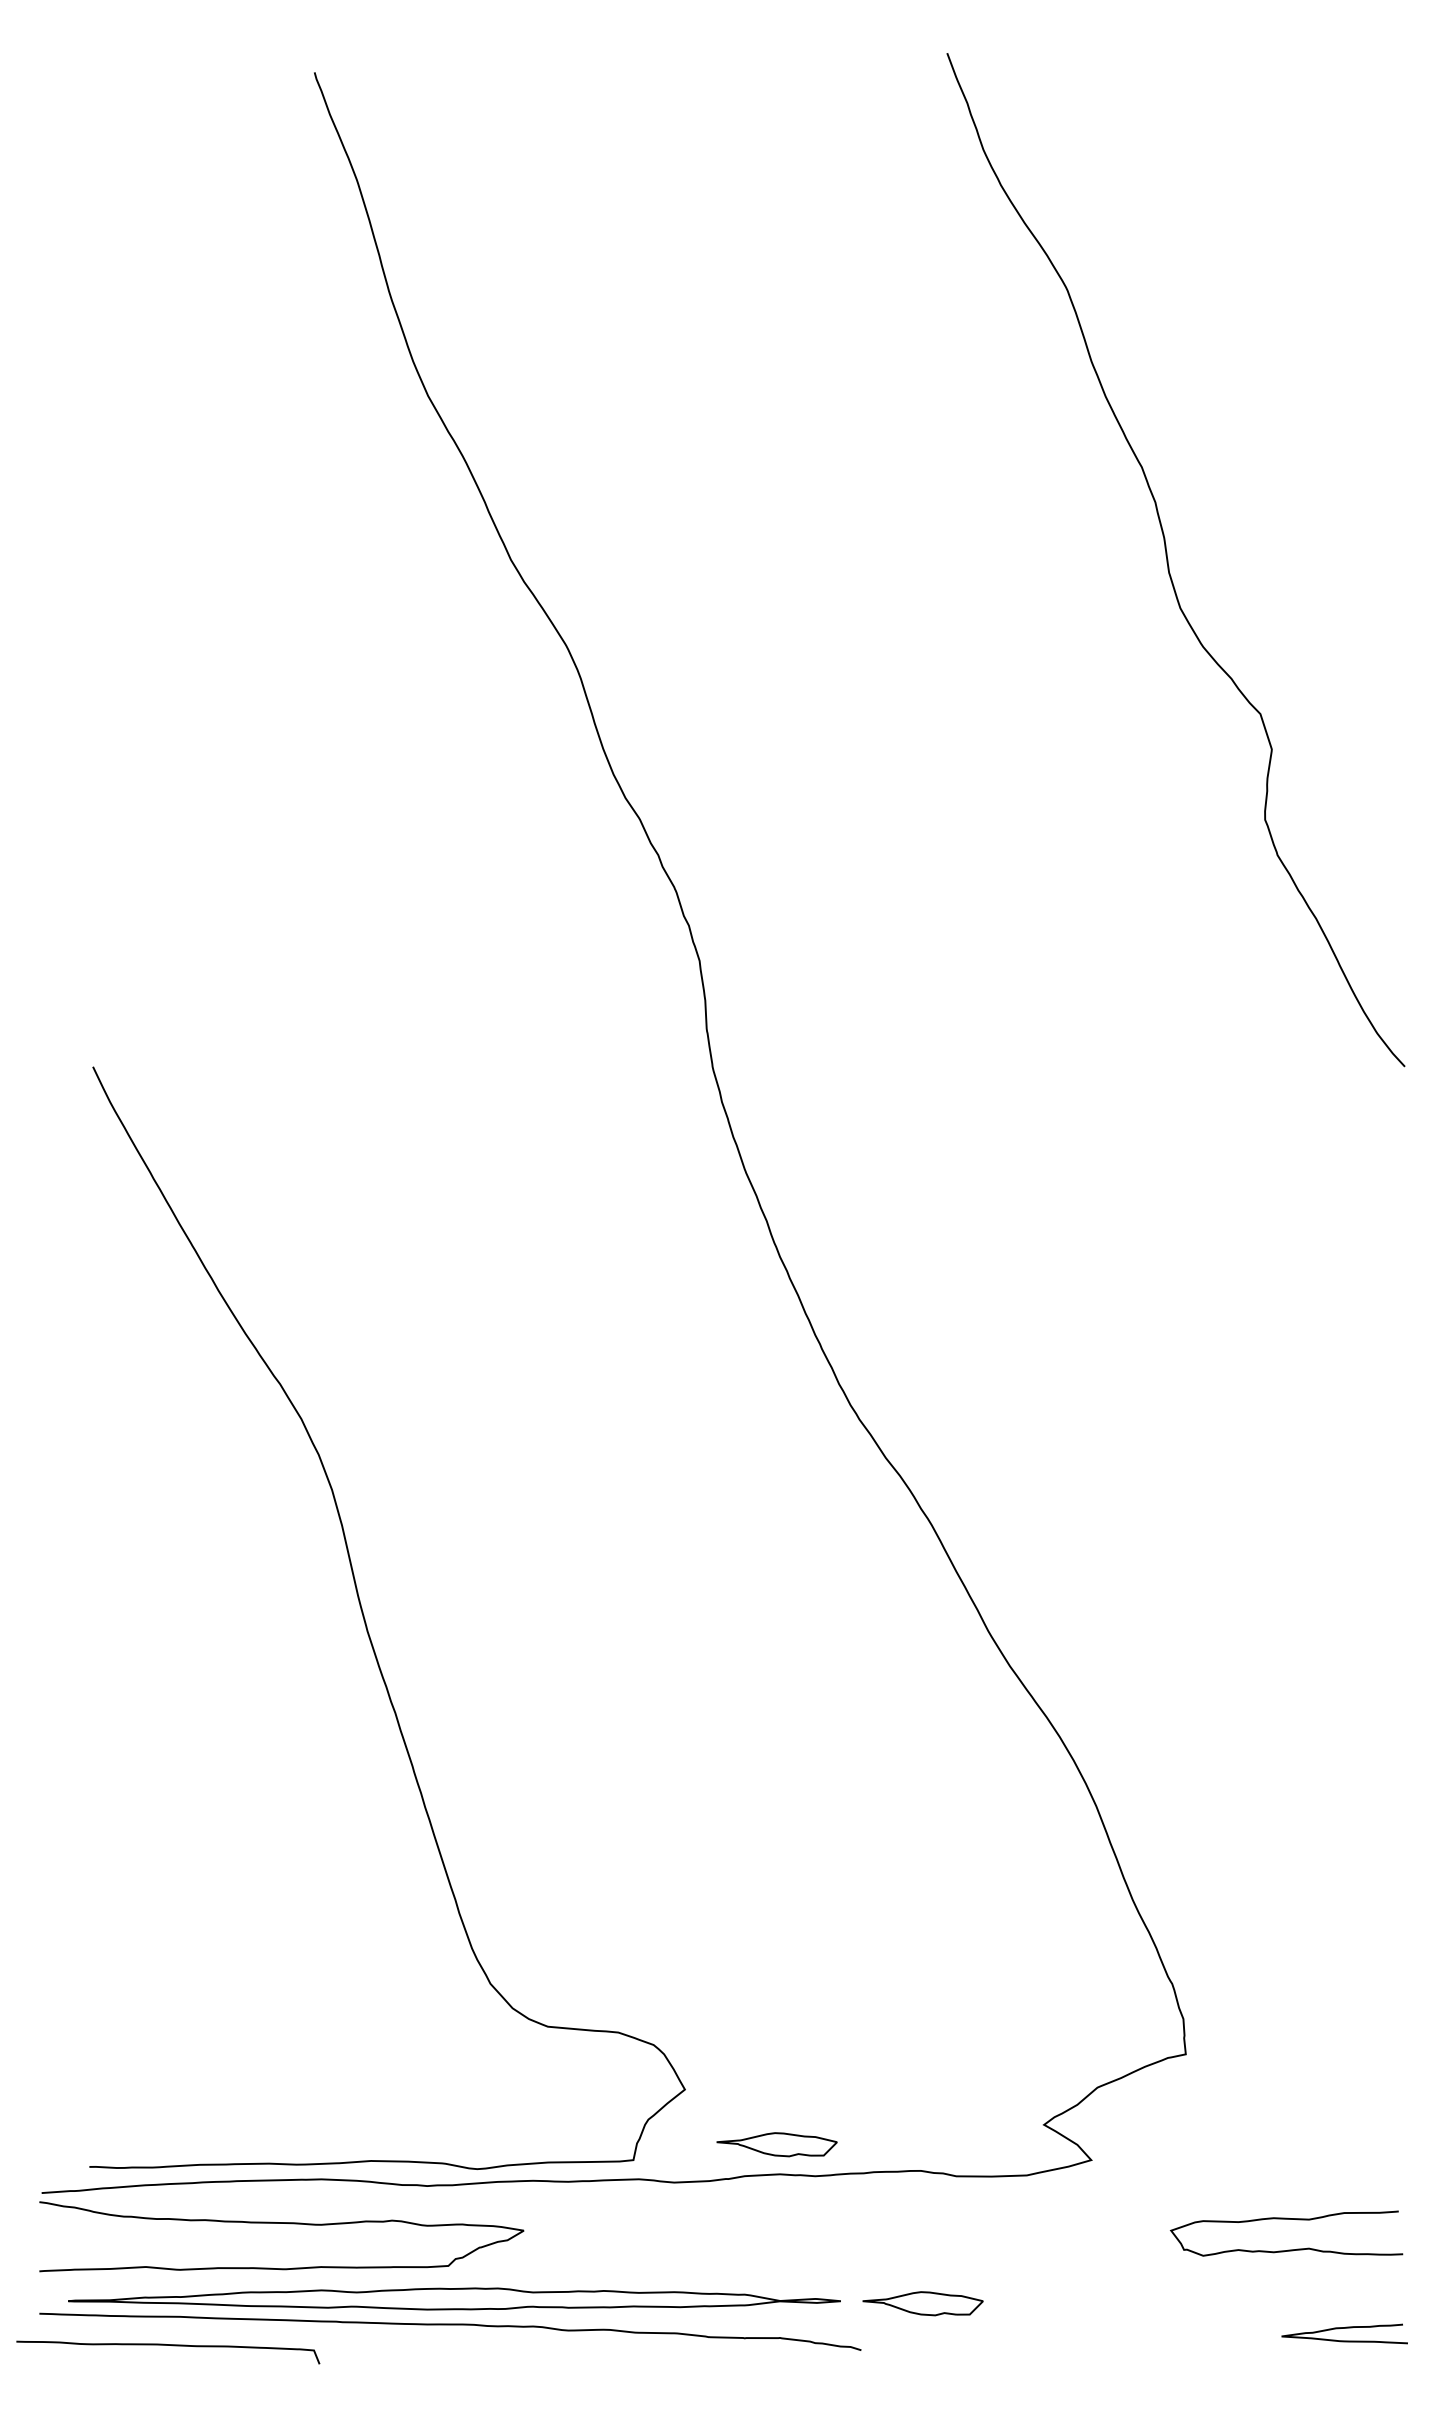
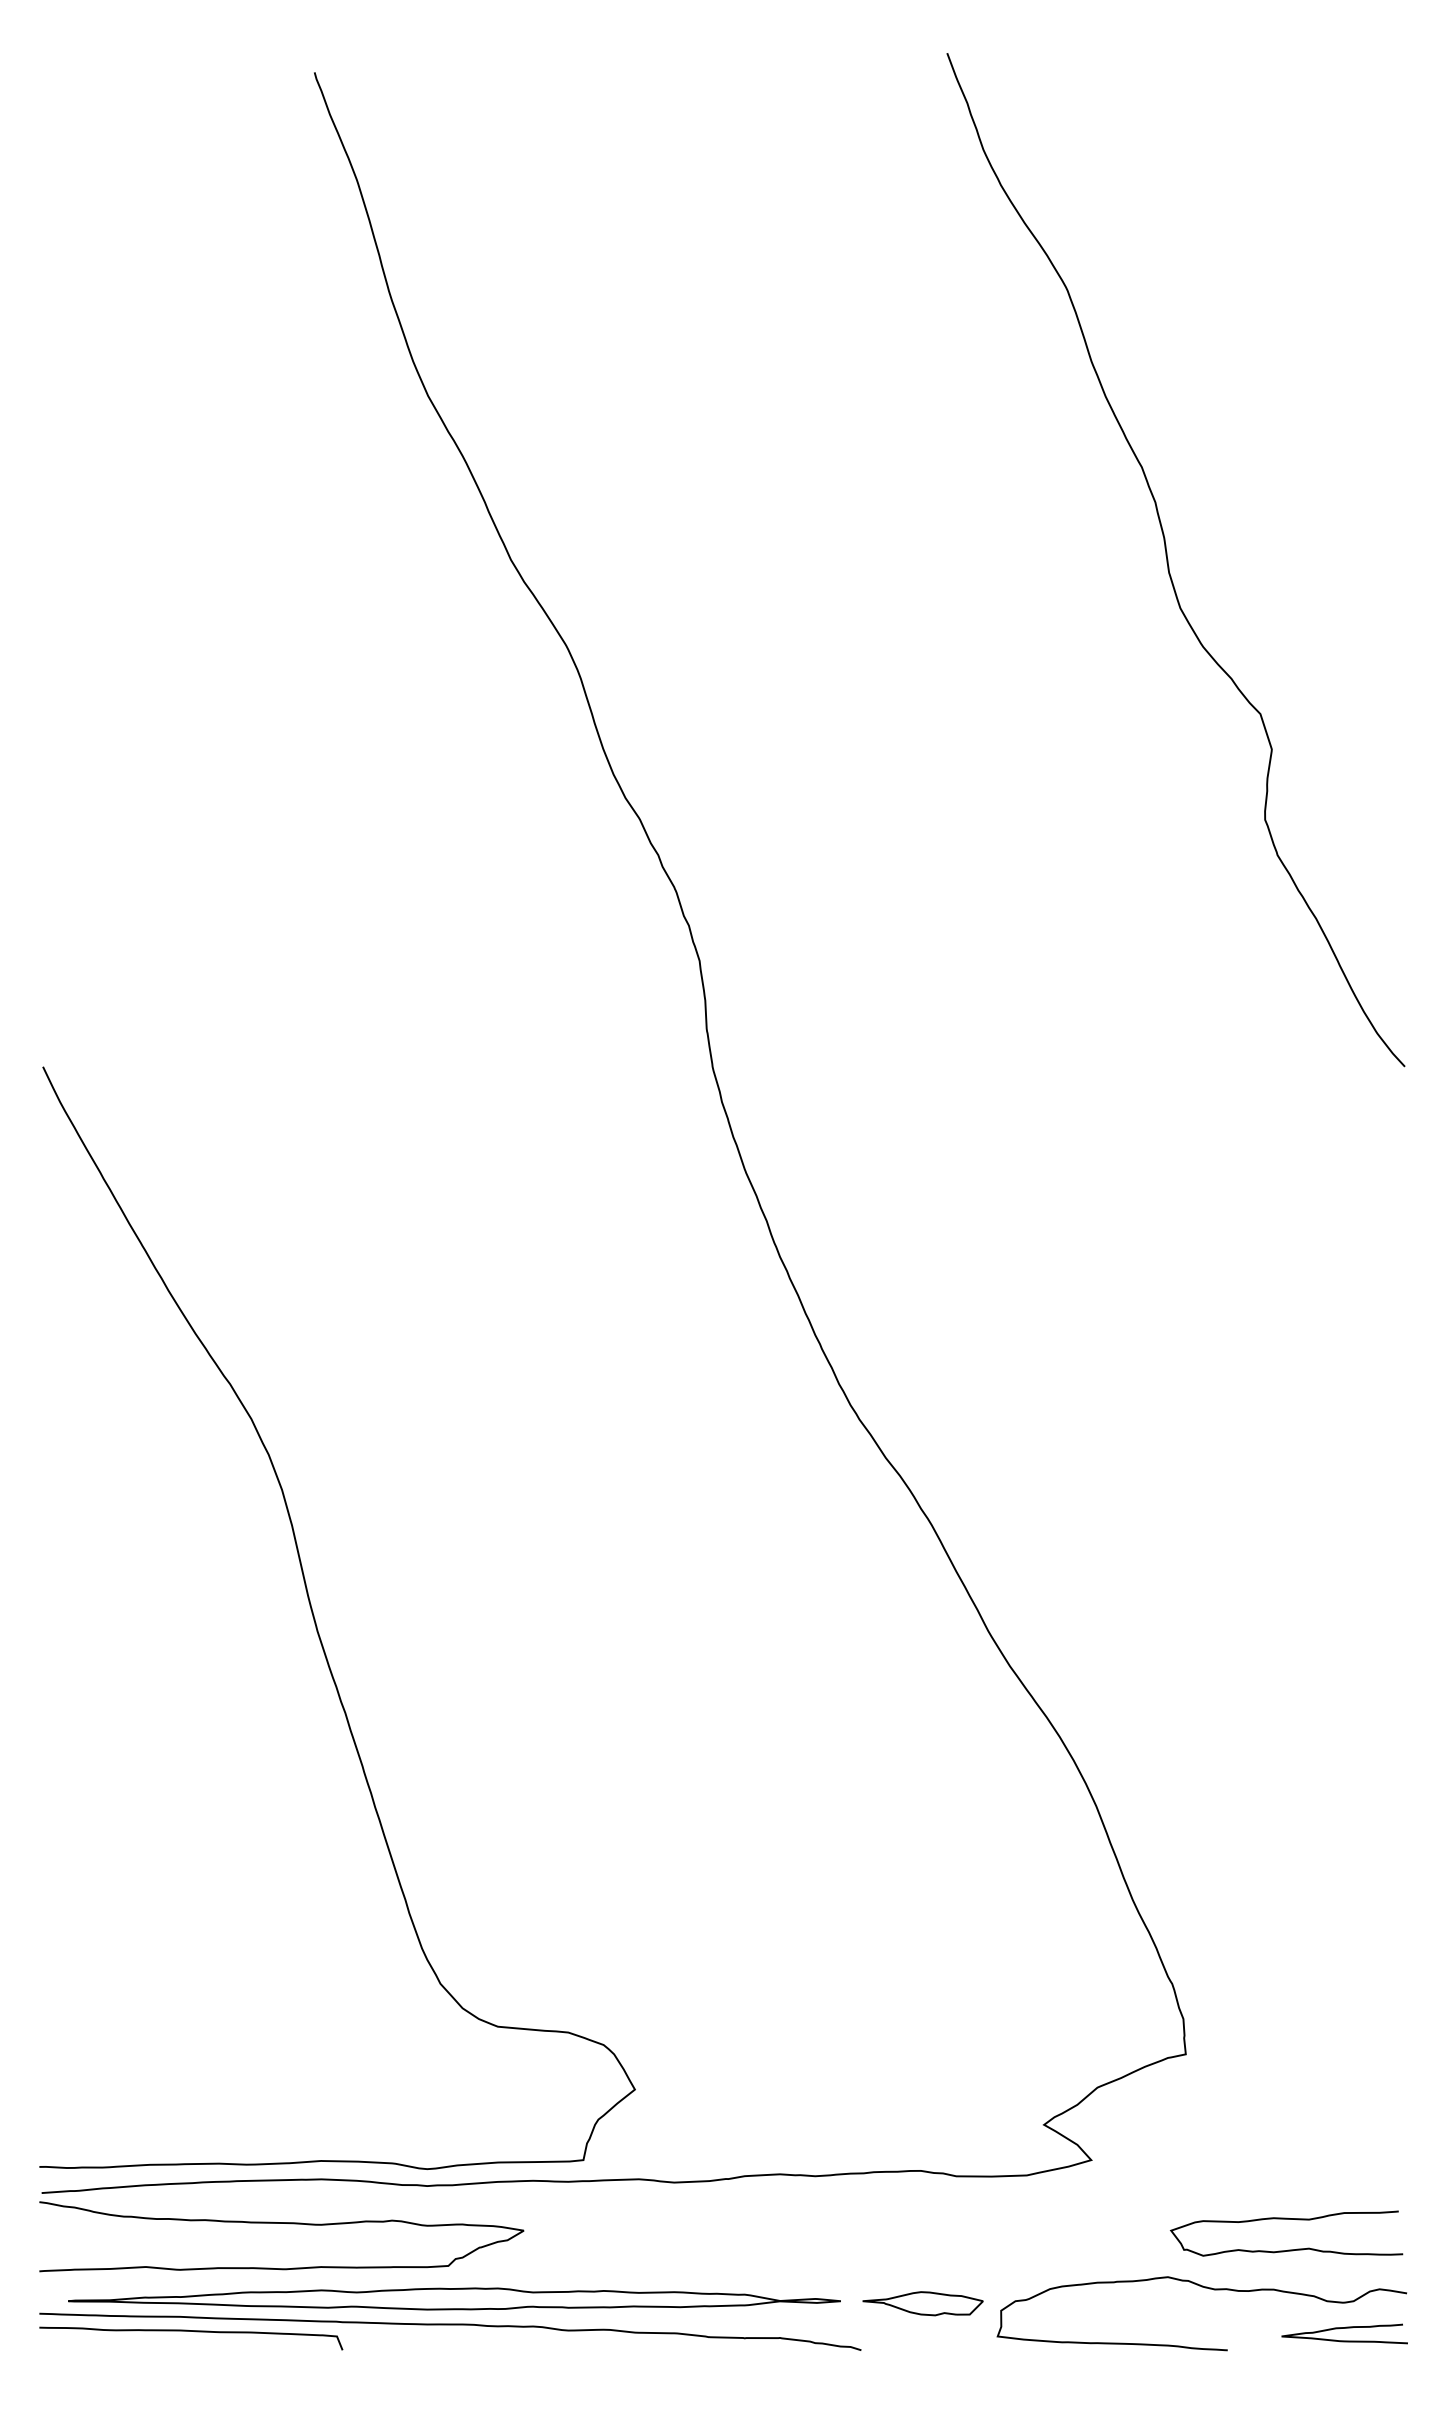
curve at (366, 1622) position: (366, 1622) -> (316, 1622)
part at (776, 2144): present -> none
curve at (1209, 2289): none -> present
curve at (168, 2345) position: (168, 2345) -> (191, 2331)
